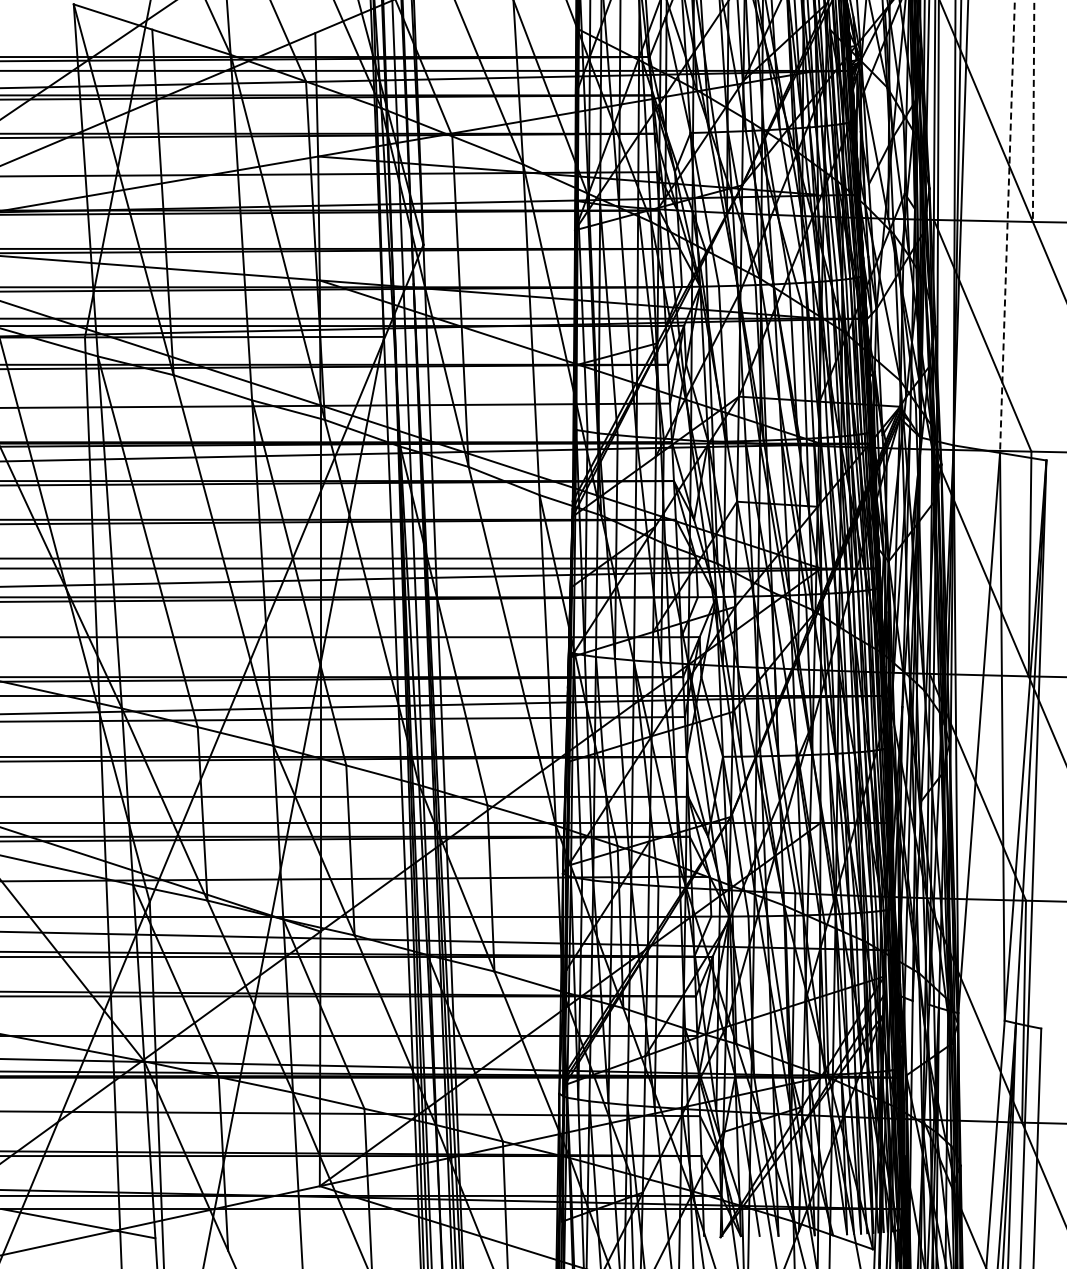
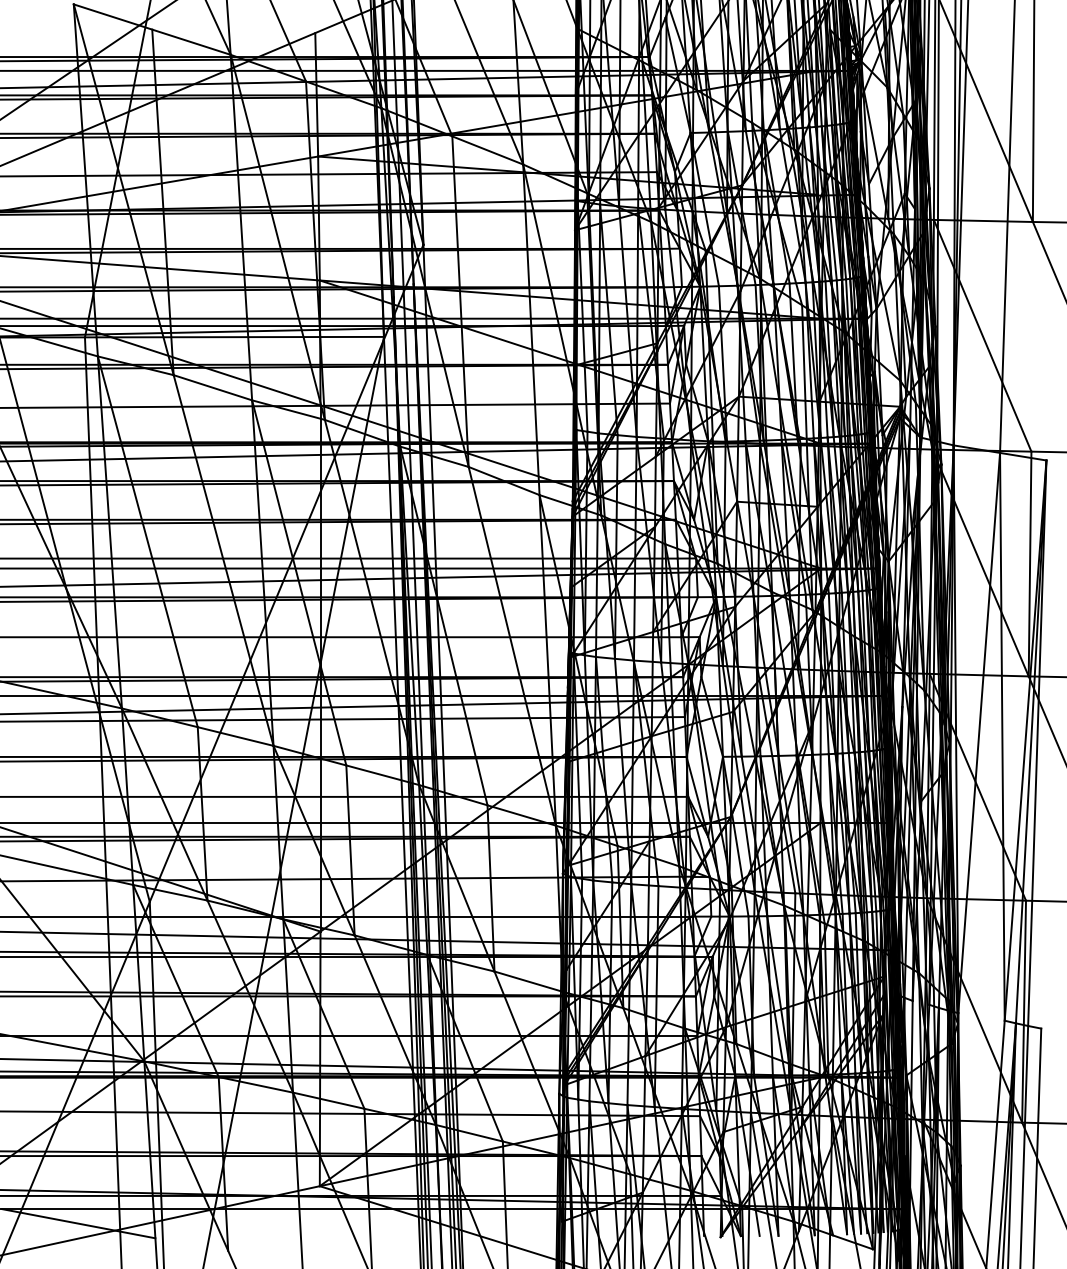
line at (1033, 111): dashed -> solid
line at (1007, 227): dashed -> solid
